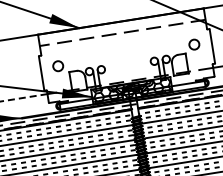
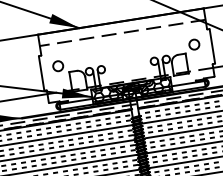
line at (23, 97): dashed -> solid
